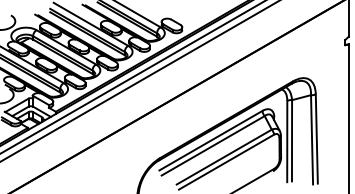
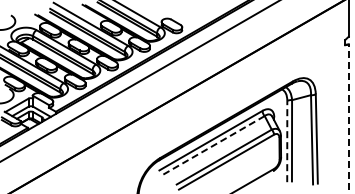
line at (132, 77): present -> none
line at (348, 118): solid -> dashed
line at (287, 141): solid -> dashed
line at (212, 146): solid -> dashed
